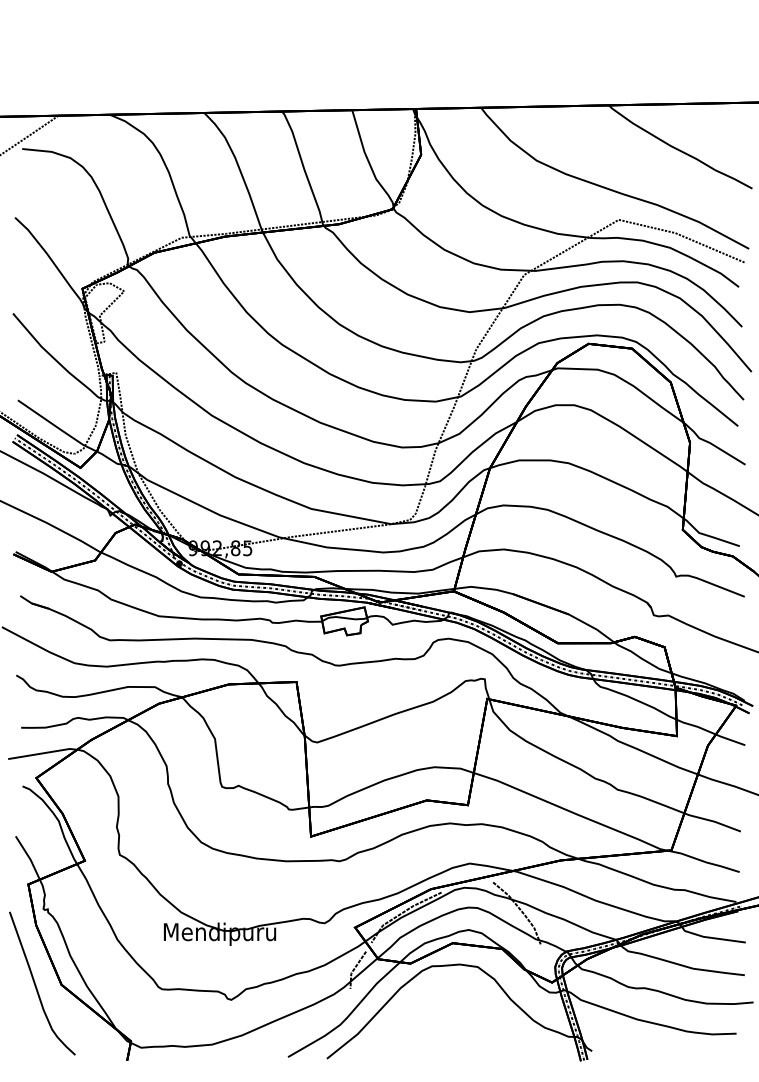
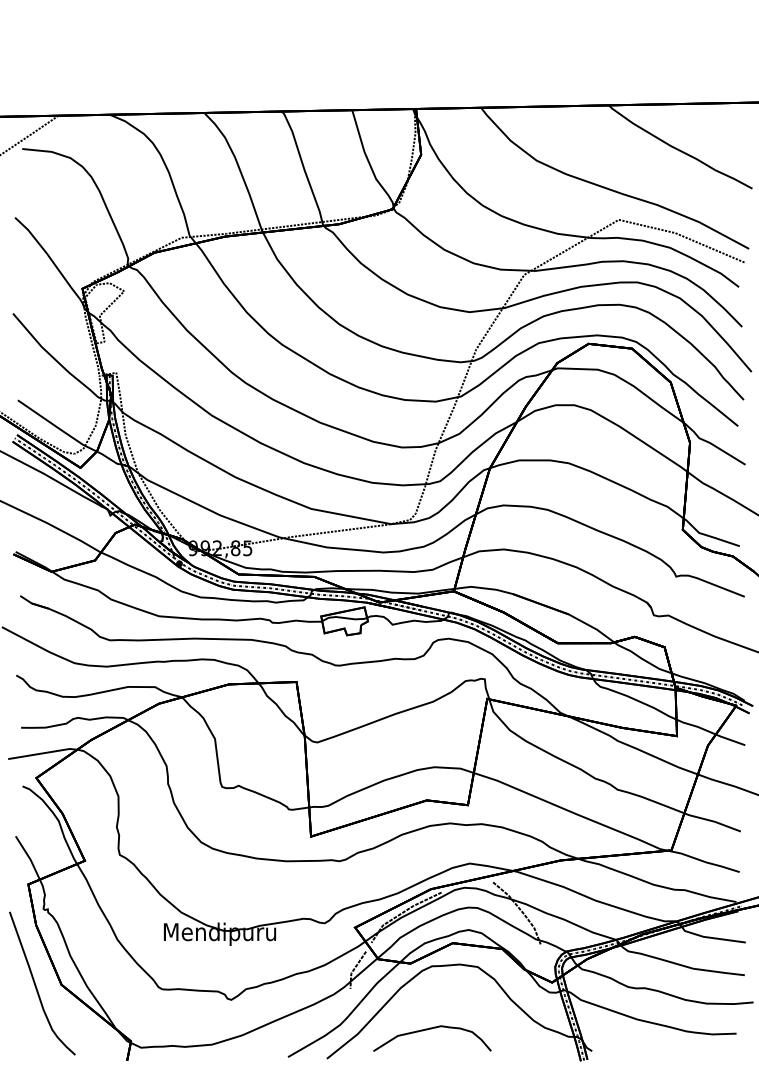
curve at (431, 1029): none -> present
